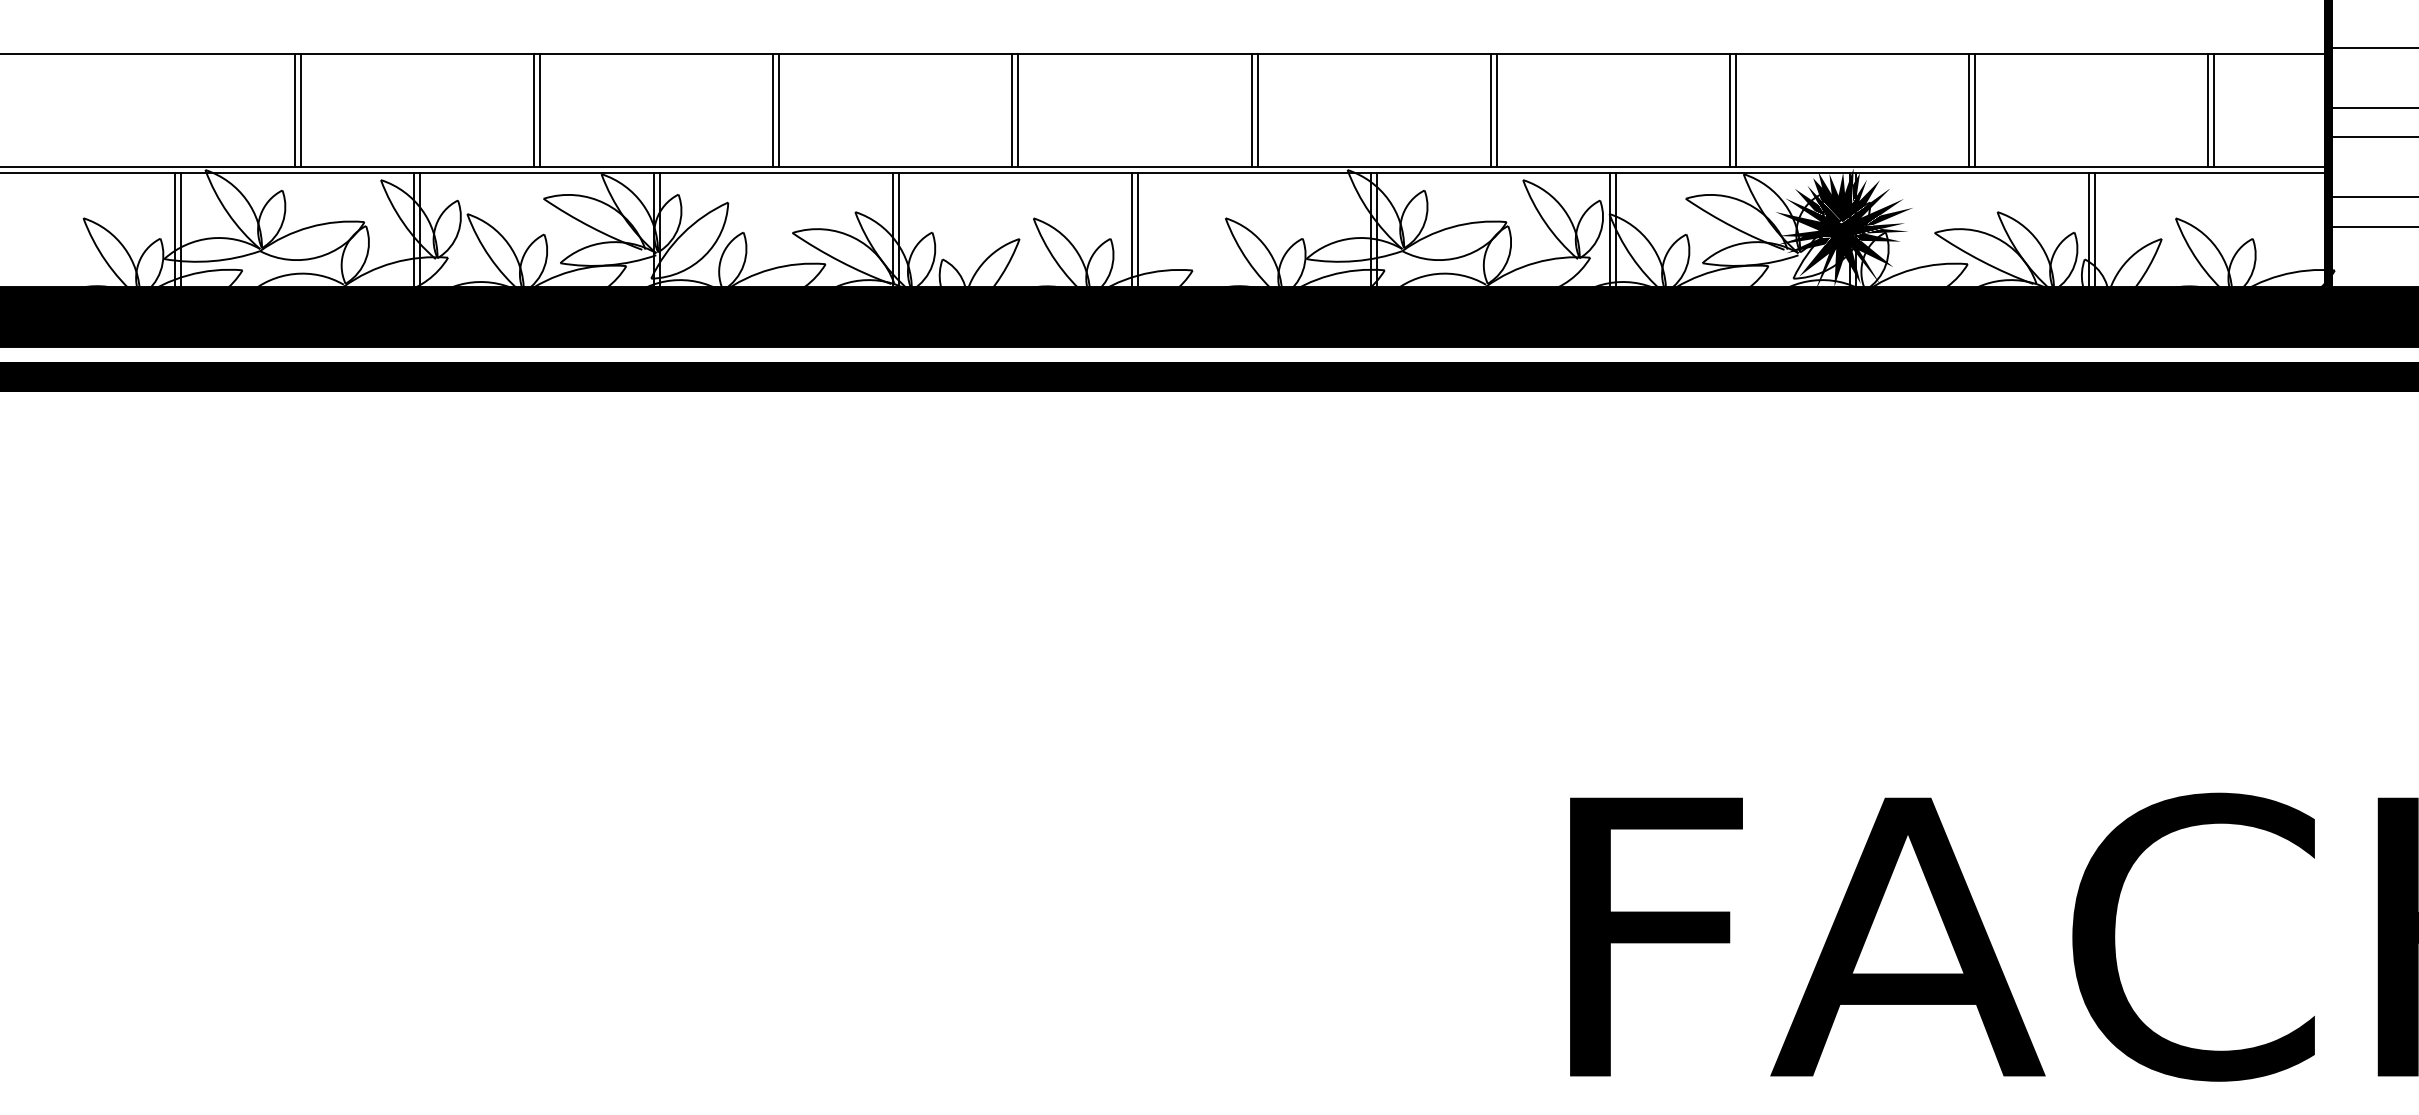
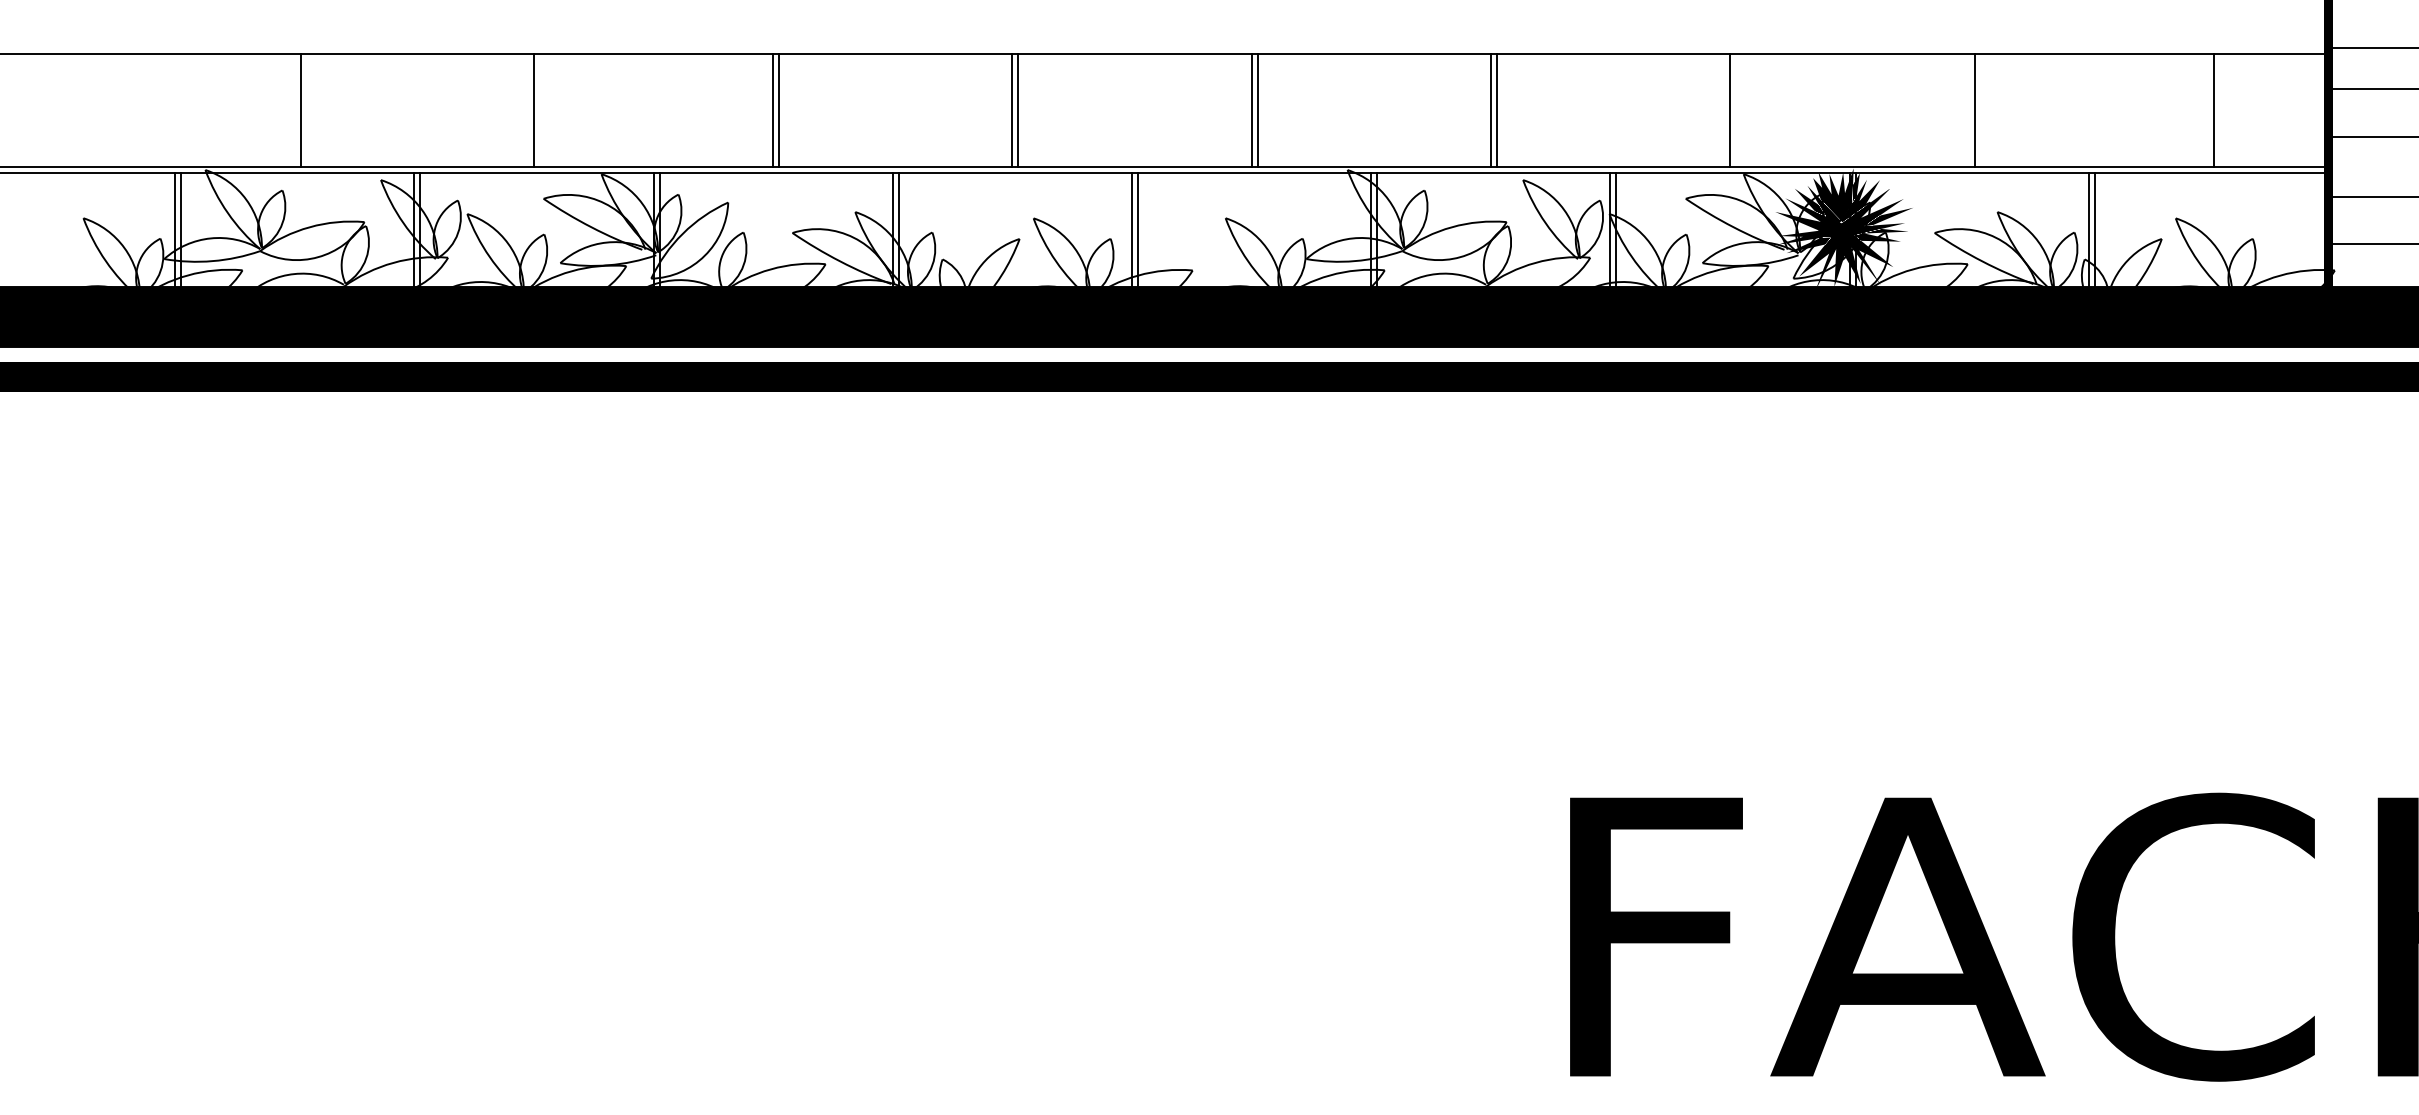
line at (2371, 107) position: (2371, 107) -> (2371, 88)
line at (294, 110): present -> none
line at (540, 110): present -> none
line at (1736, 110): present -> none
line at (1969, 110): present -> none
line at (2208, 110): present -> none
line at (2371, 227) position: (2371, 227) -> (2371, 244)
